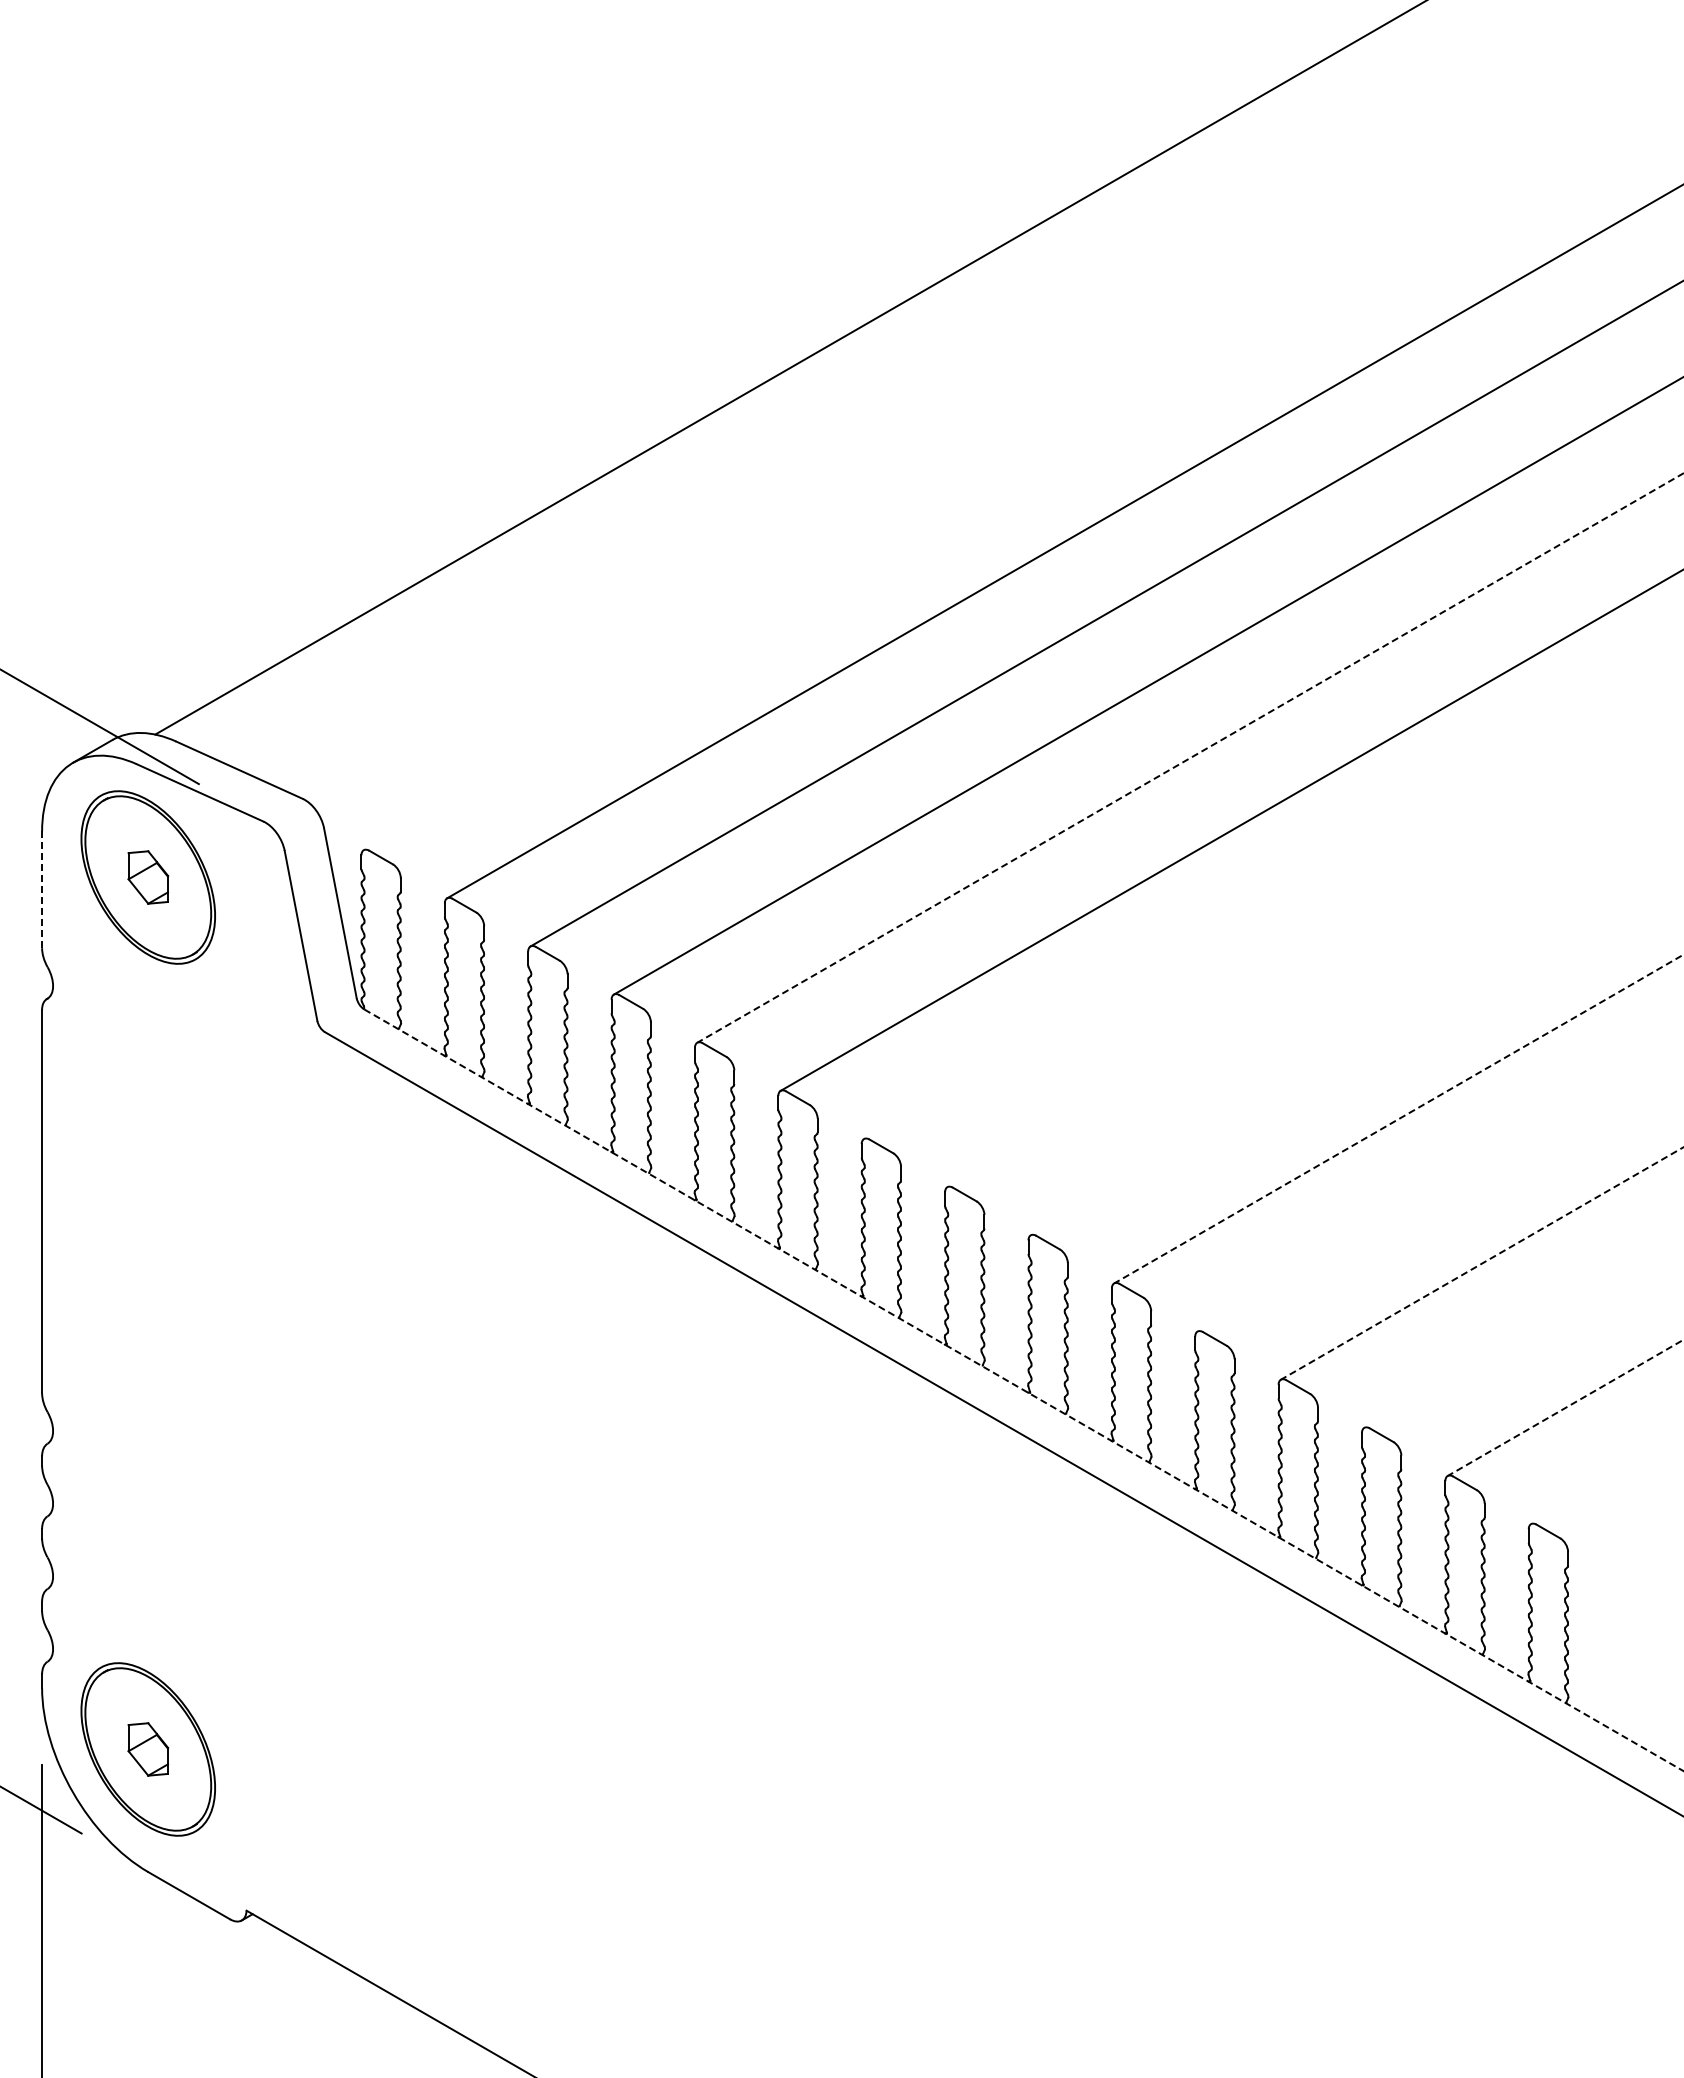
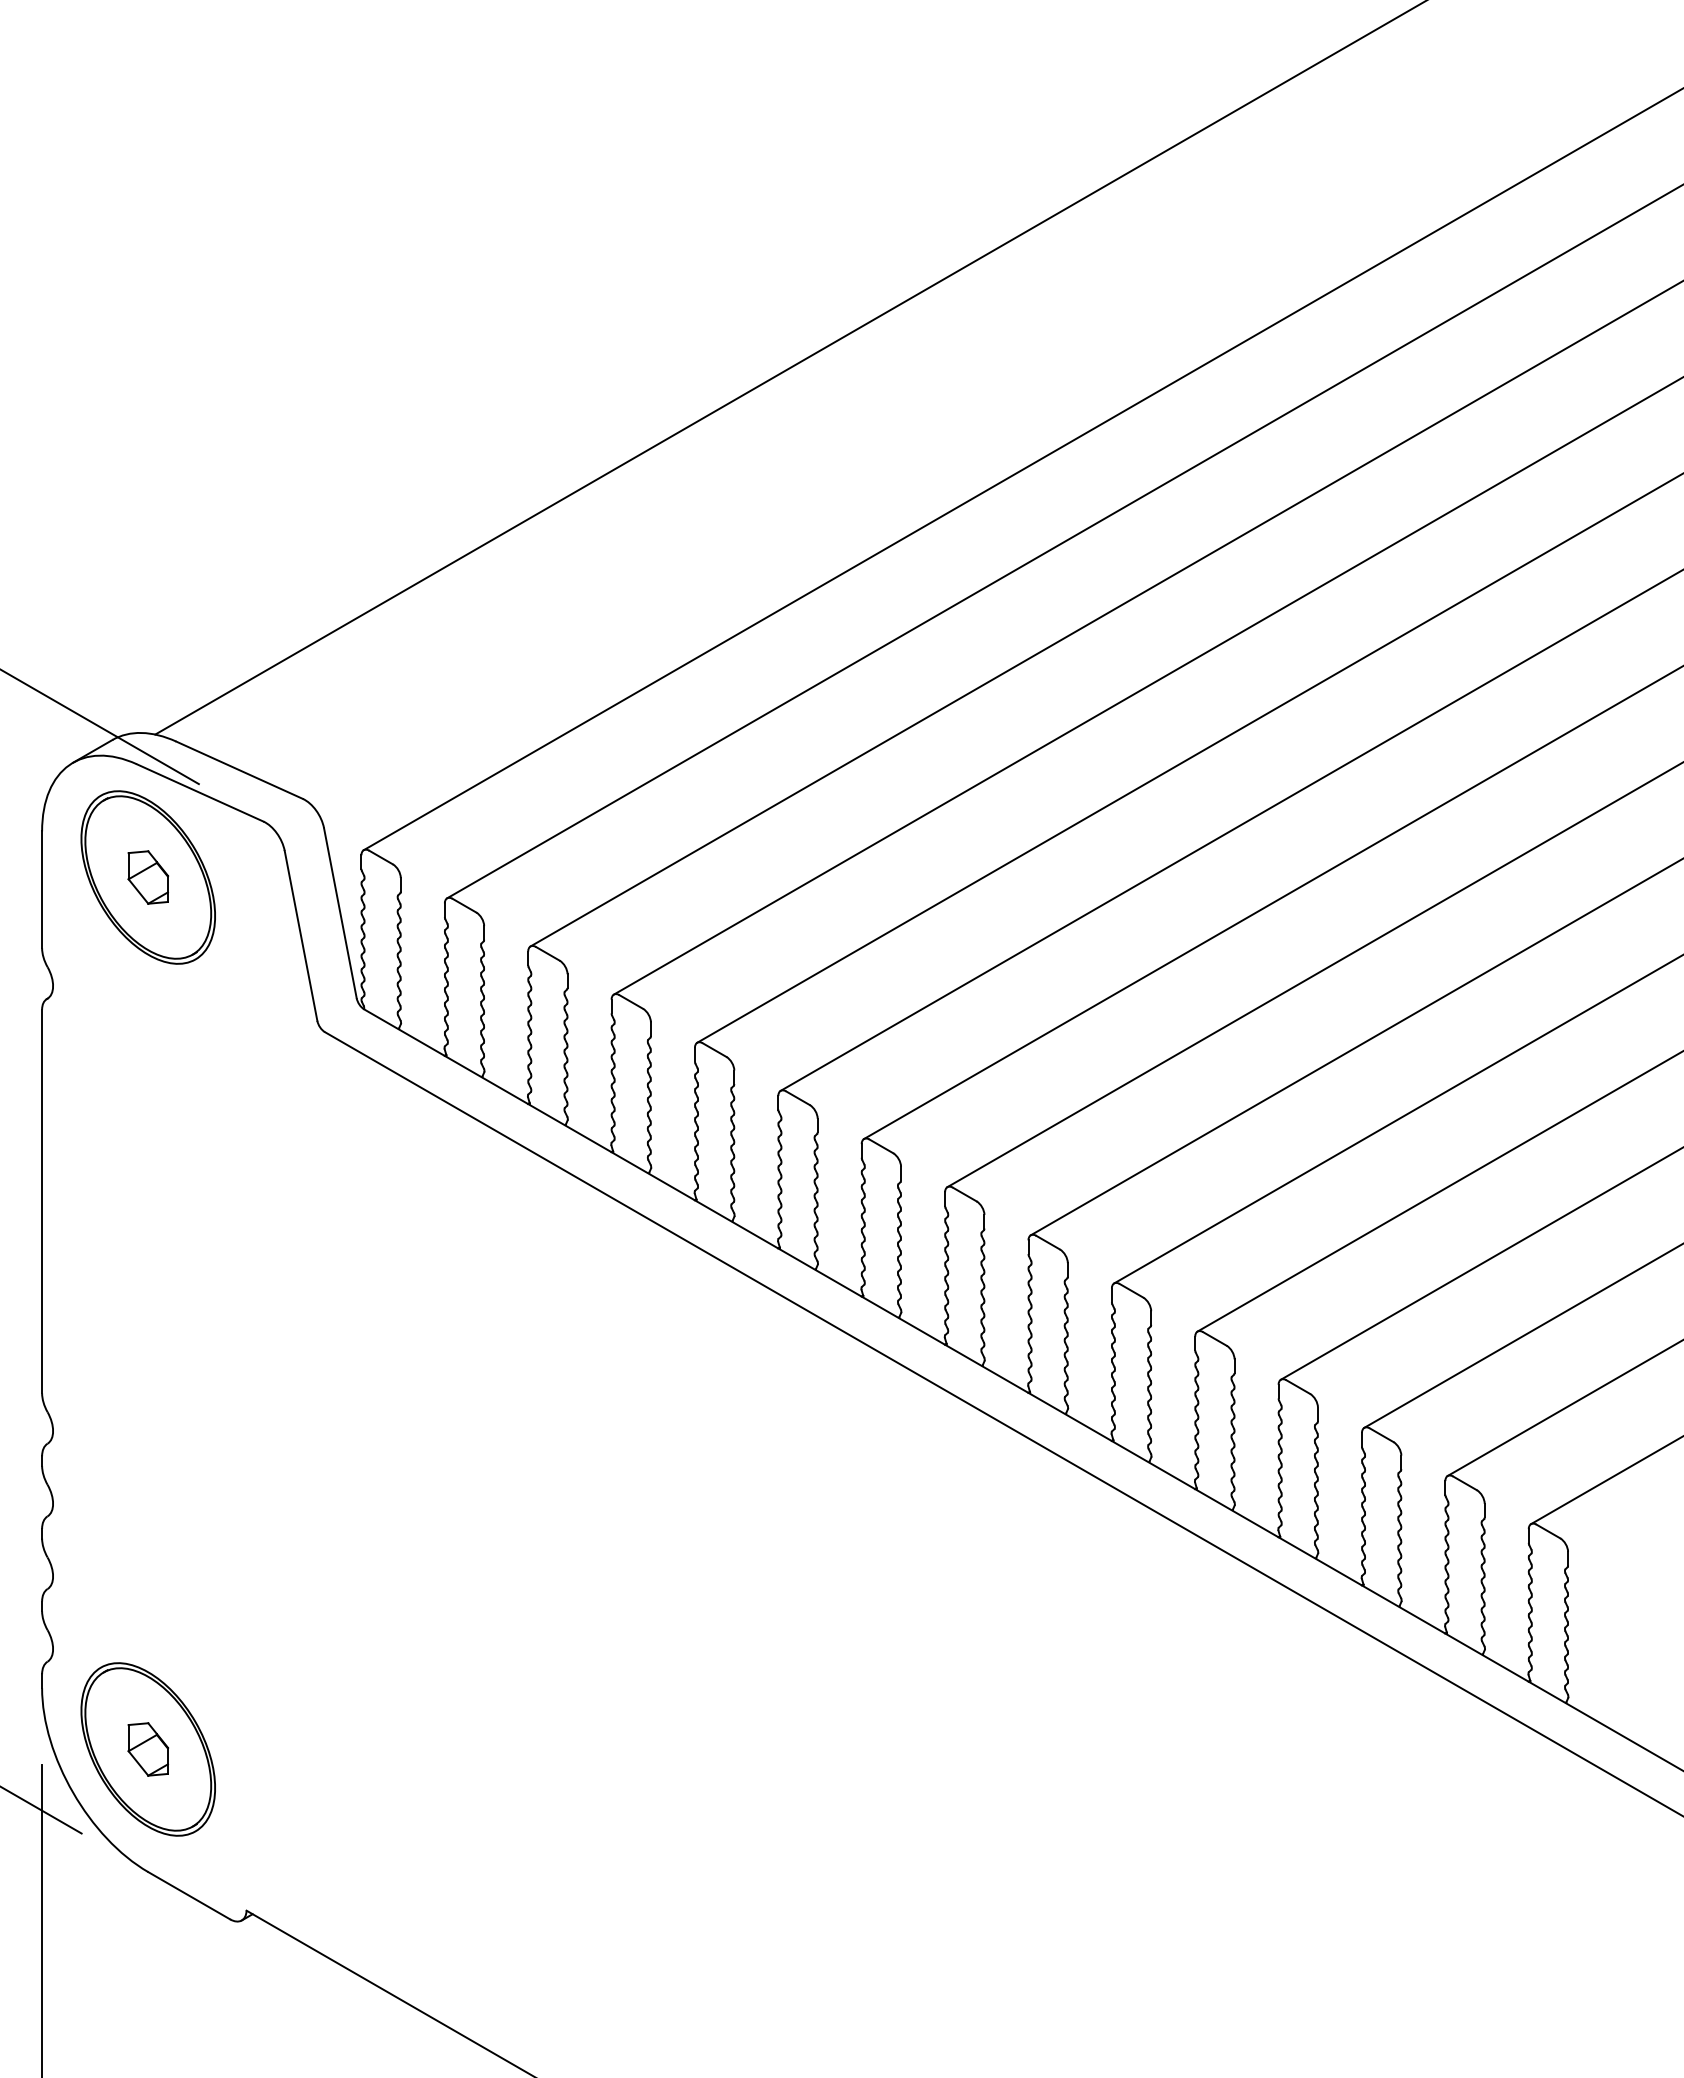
line at (1021, 470): none -> present
line at (1189, 758): dashed -> solid
line at (42, 890): dashed -> solid
line at (1272, 903): none -> present
line at (1313, 975): none -> present
line at (1355, 1047): none -> present
line at (1399, 1118): dashed -> solid
line at (1438, 1191): none -> present
line at (1481, 1263): dashed -> solid
line at (1522, 1336): none -> present
line at (1024, 1390): dashed -> solid
line at (1565, 1408): dashed -> solid
line at (1605, 1480): none -> present
